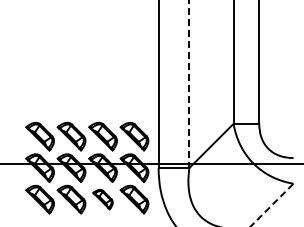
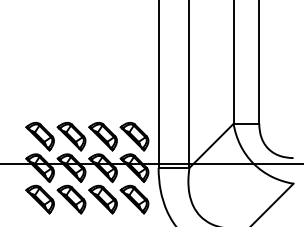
line at (189, 84): dashed -> solid
part at (102, 199) size: 22x22 px -> 30x31 px
line at (272, 204): dashed -> solid
